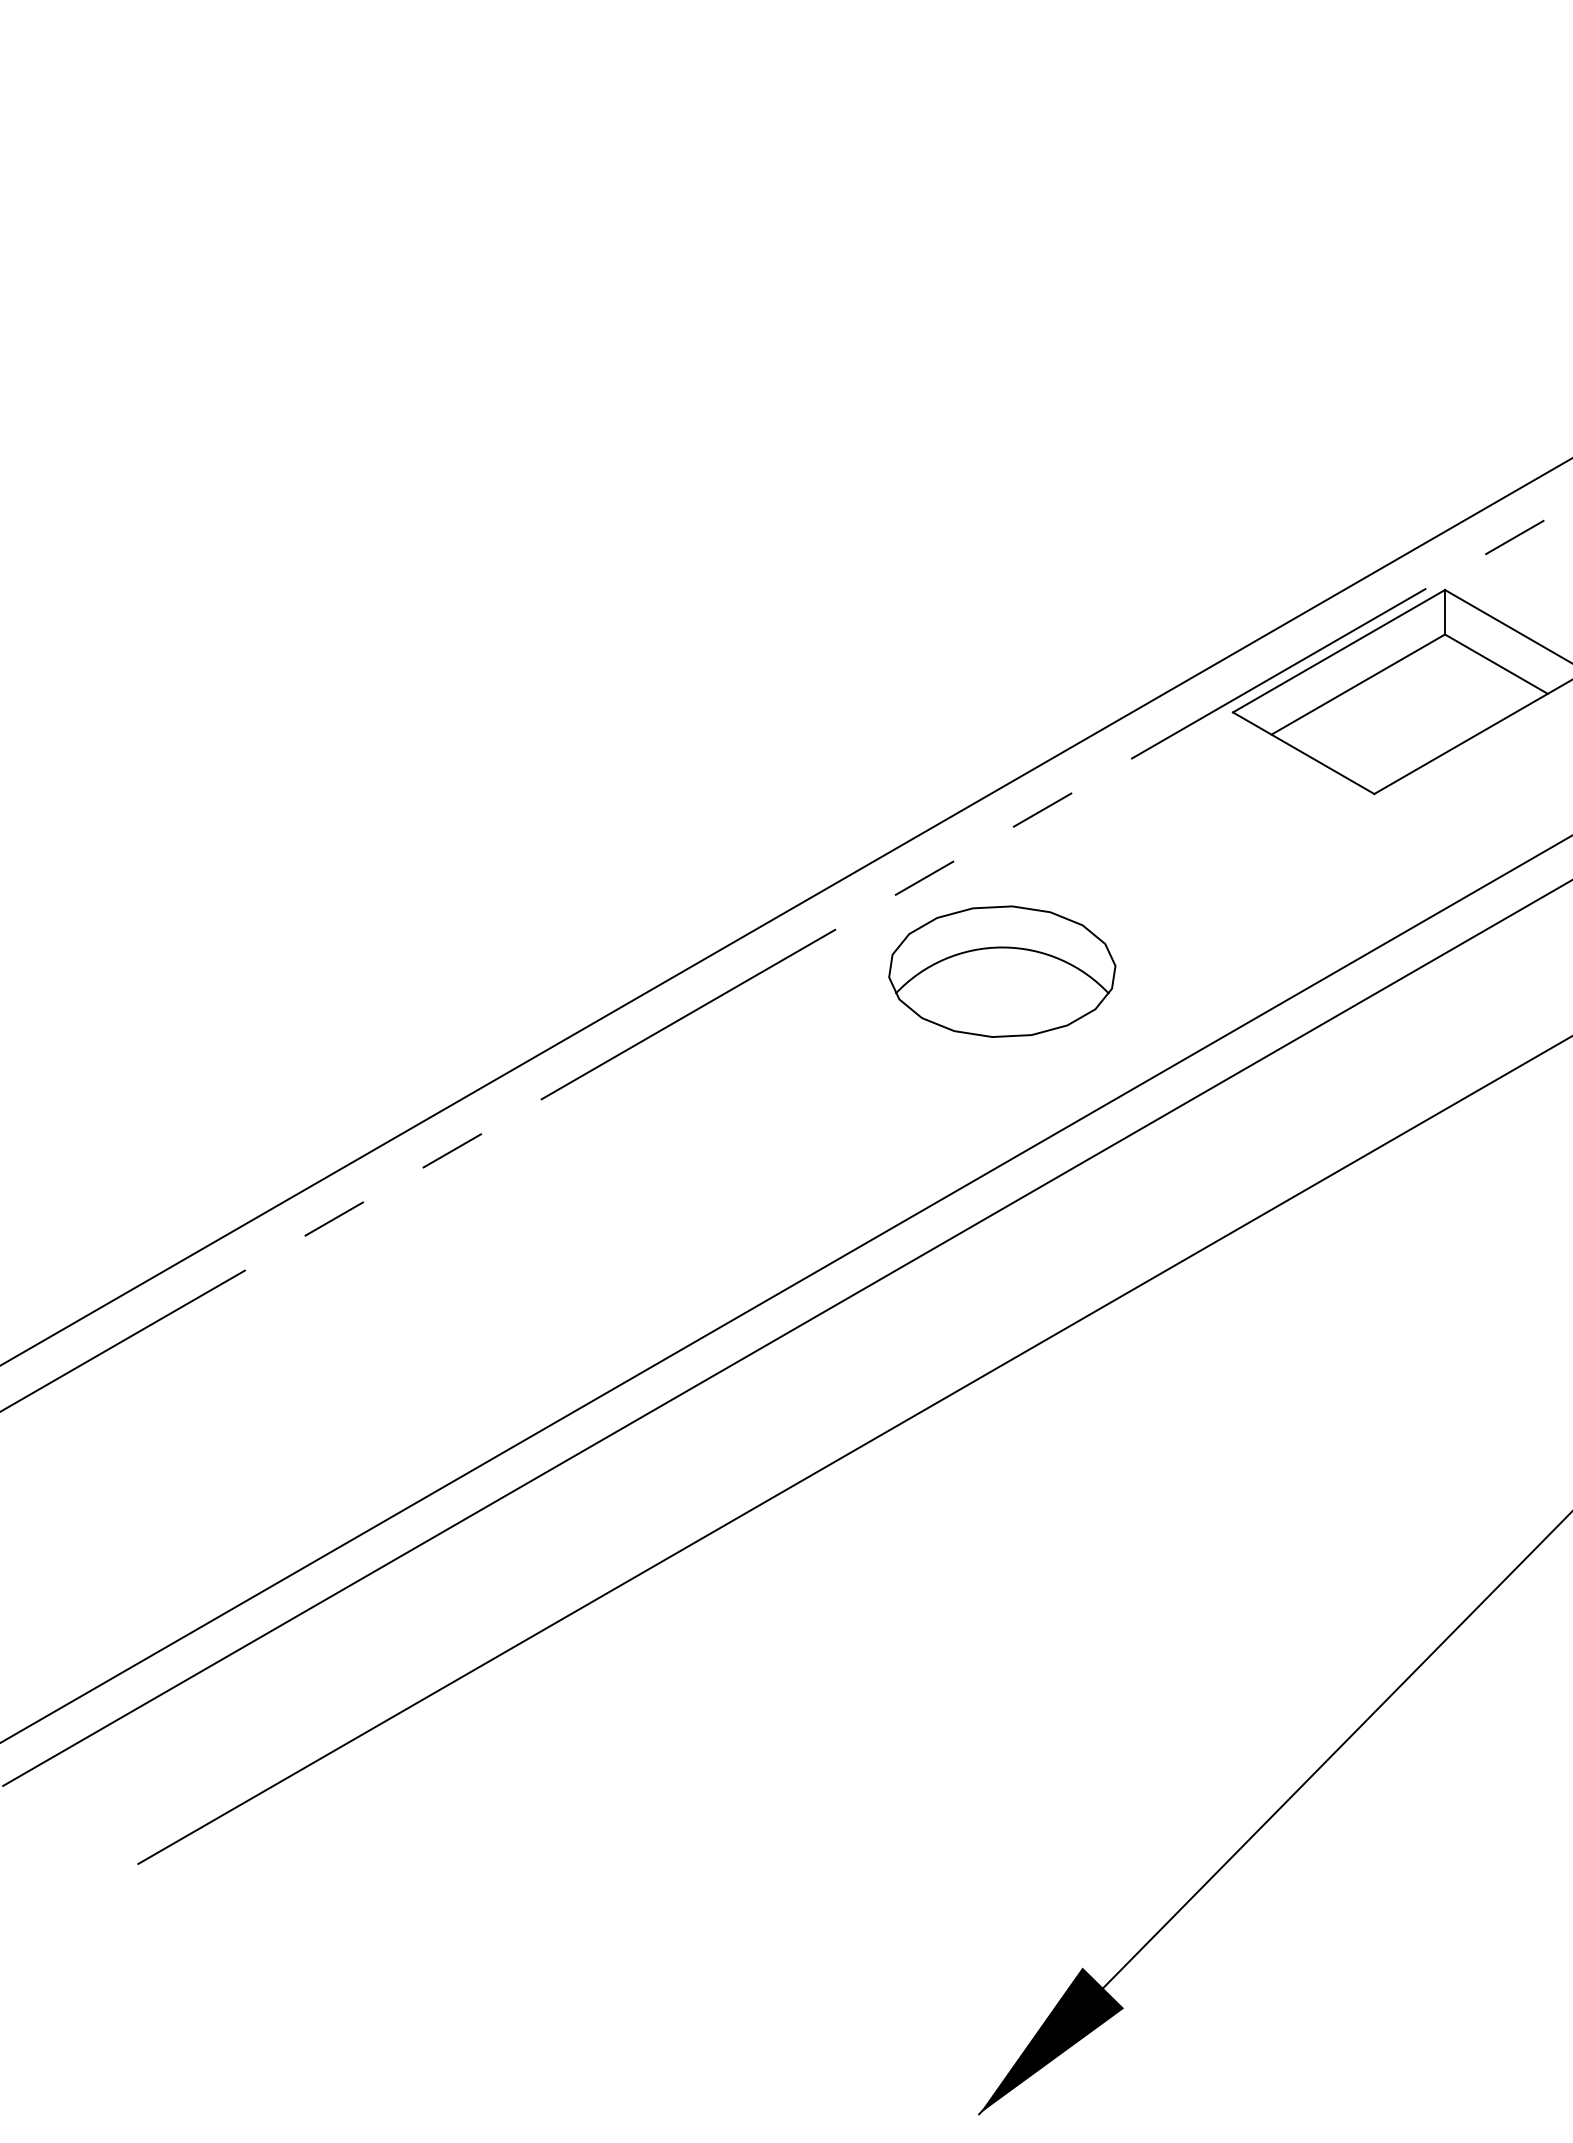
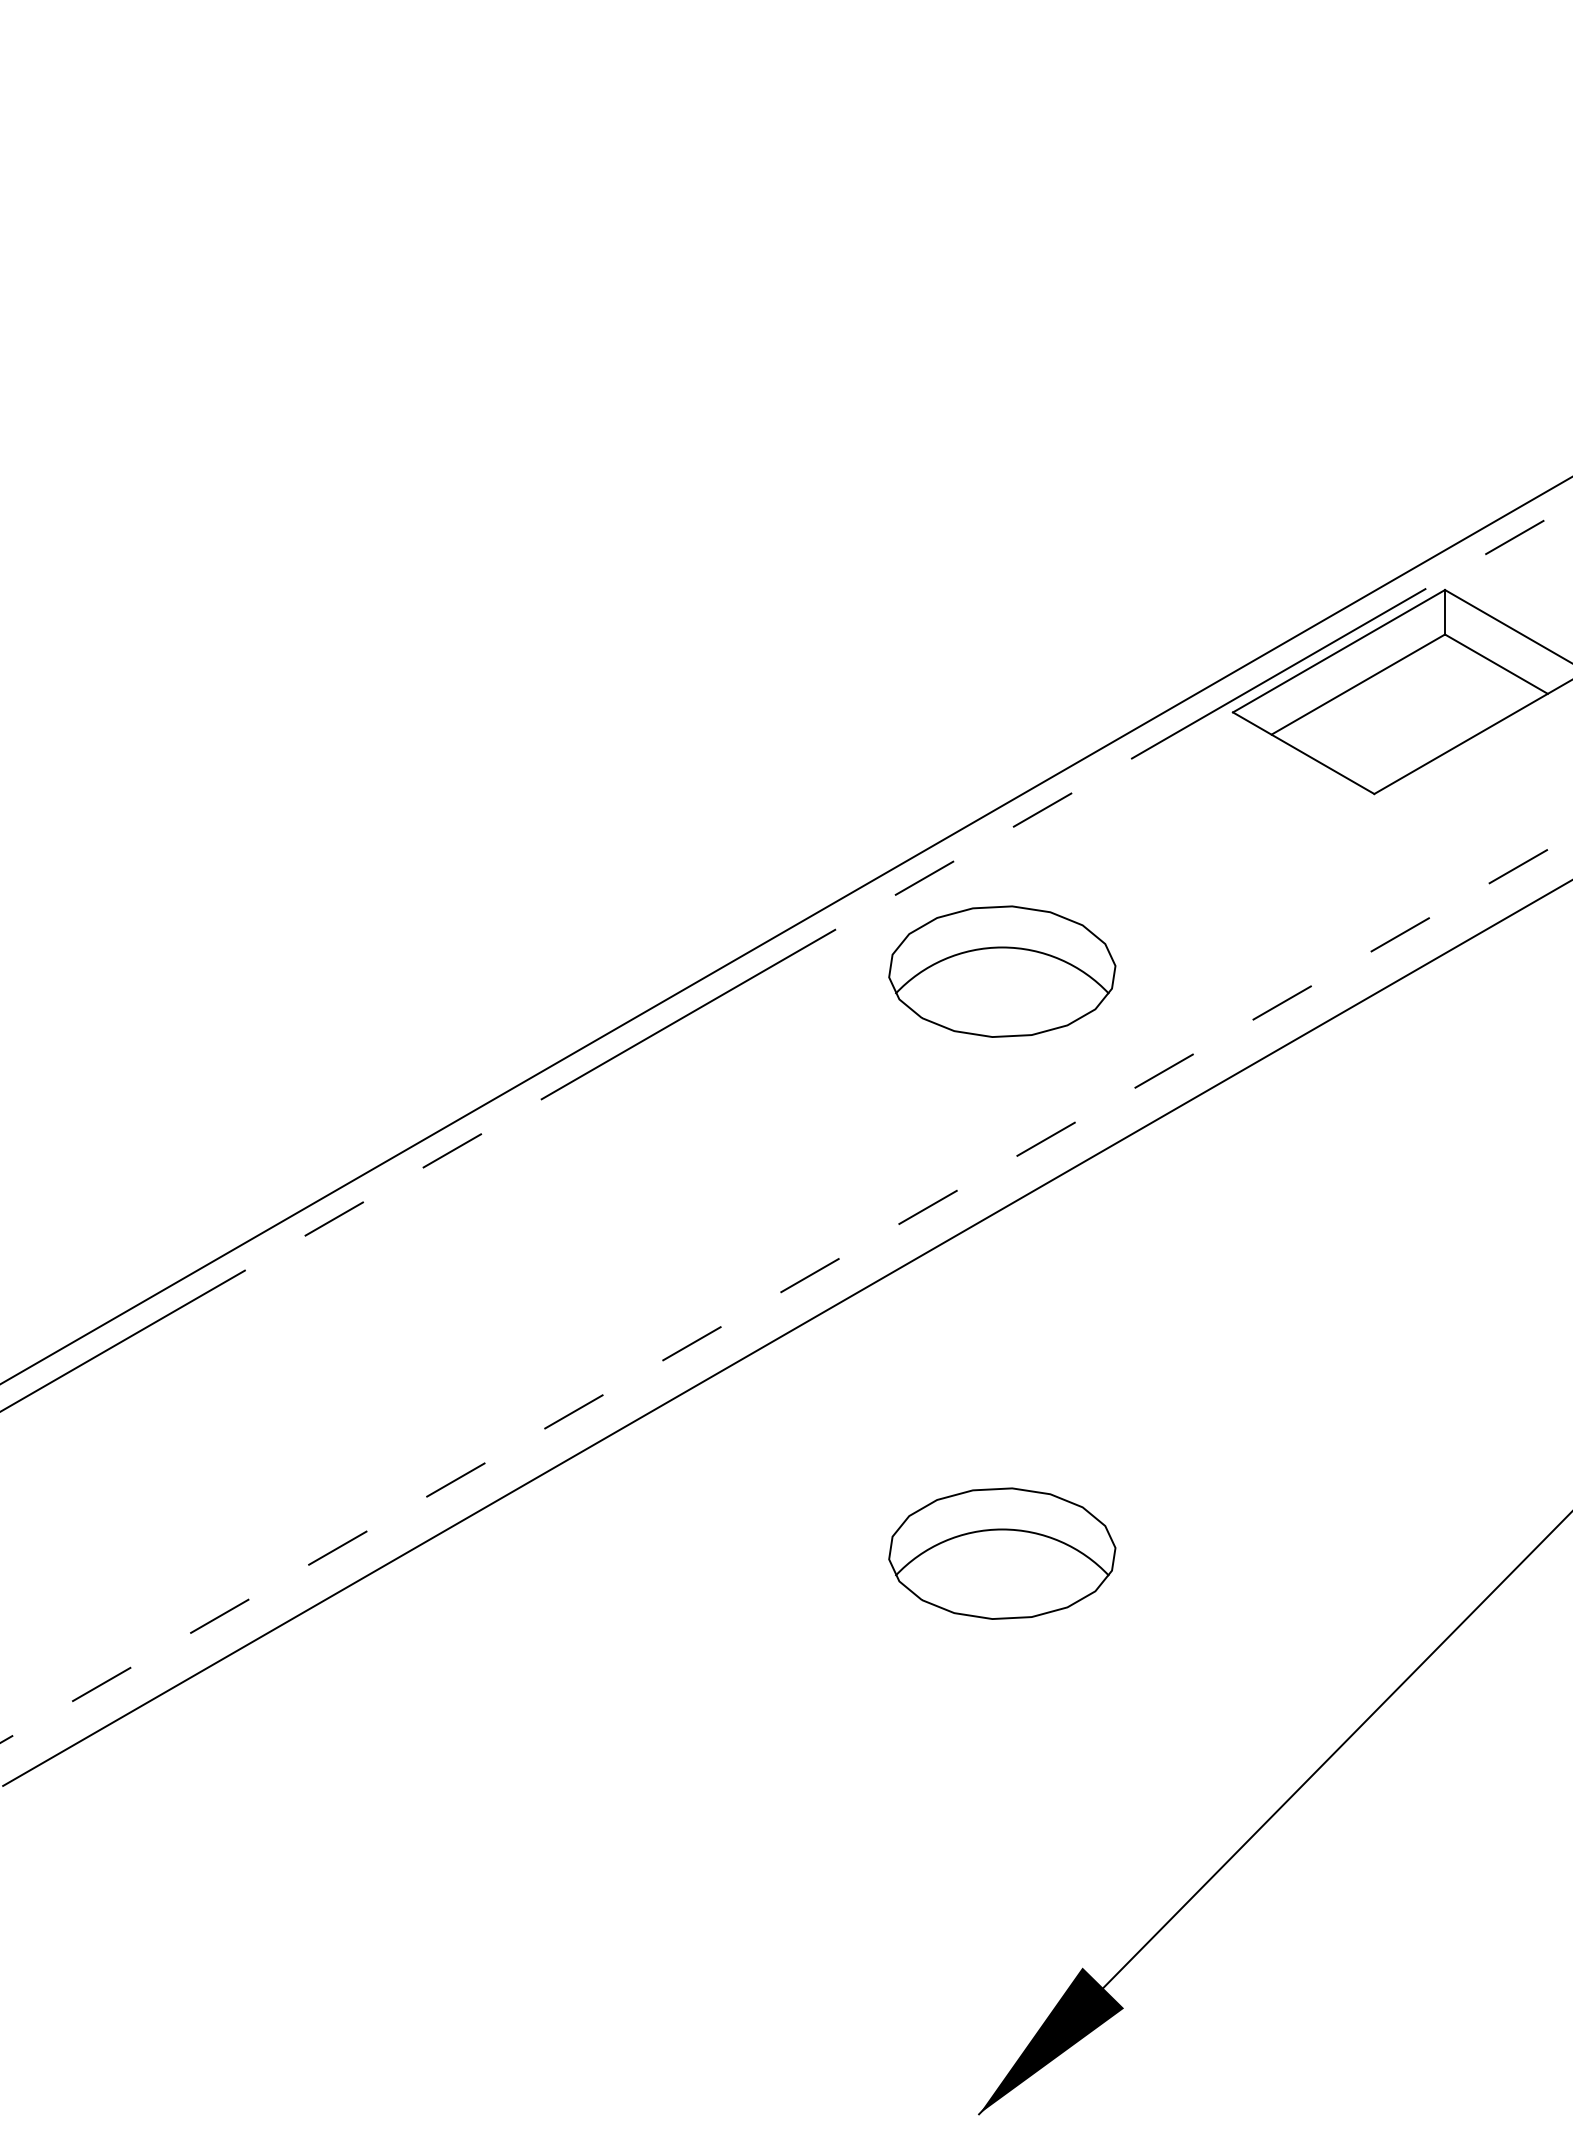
line at (785, 912) position: (785, 912) -> (785, 930)
line at (786, 1289): solid -> dashed
line at (853, 1450): present -> none
part at (1002, 1553): none -> present
